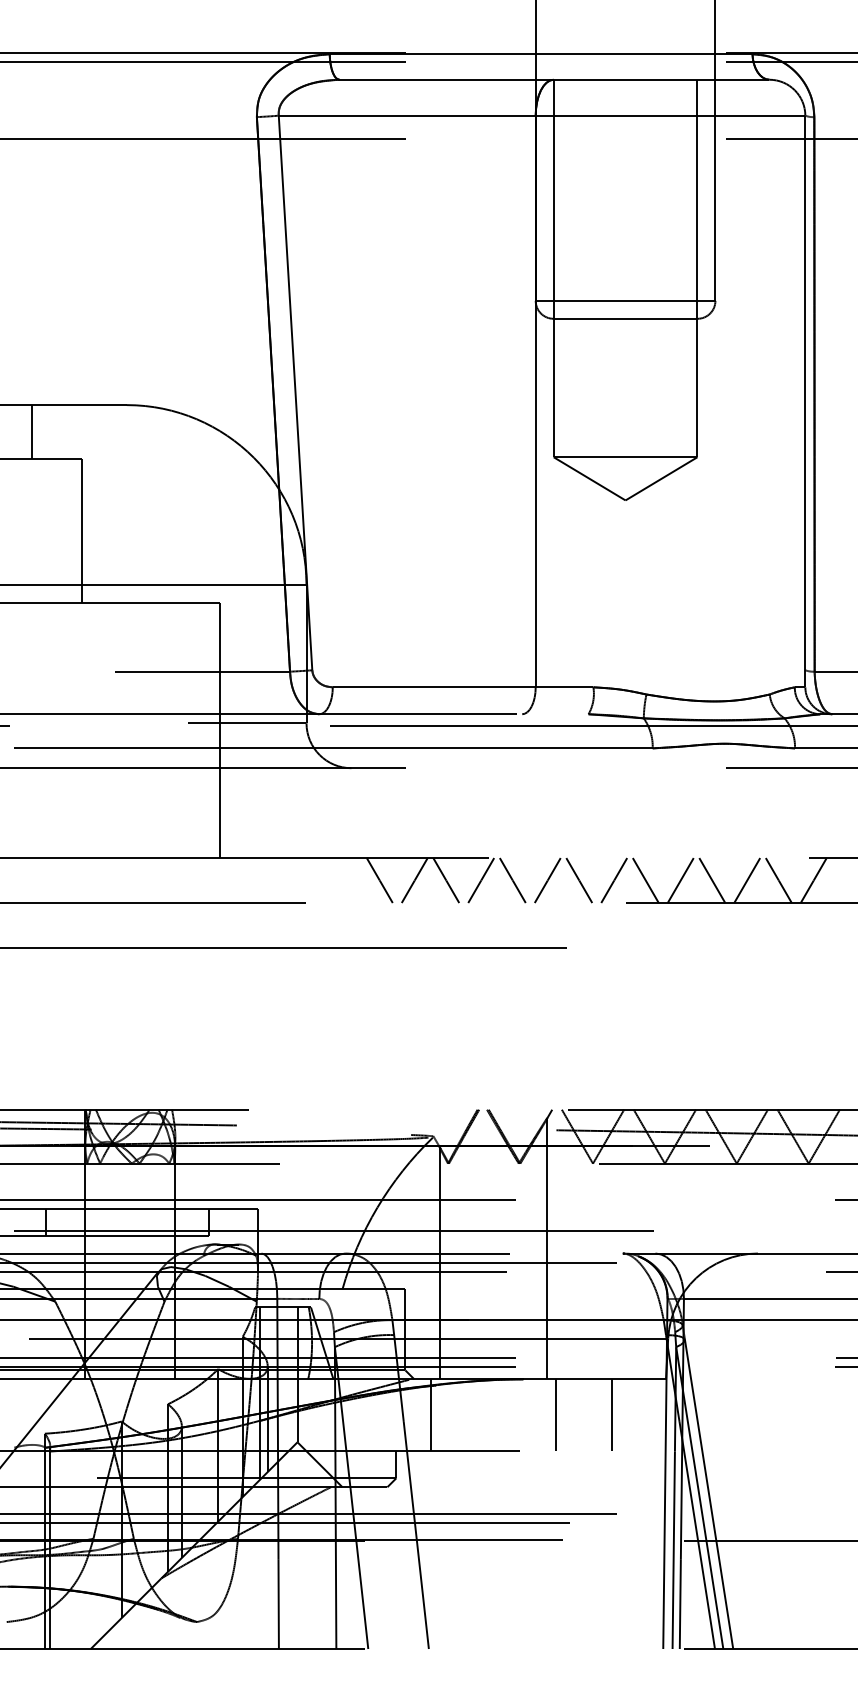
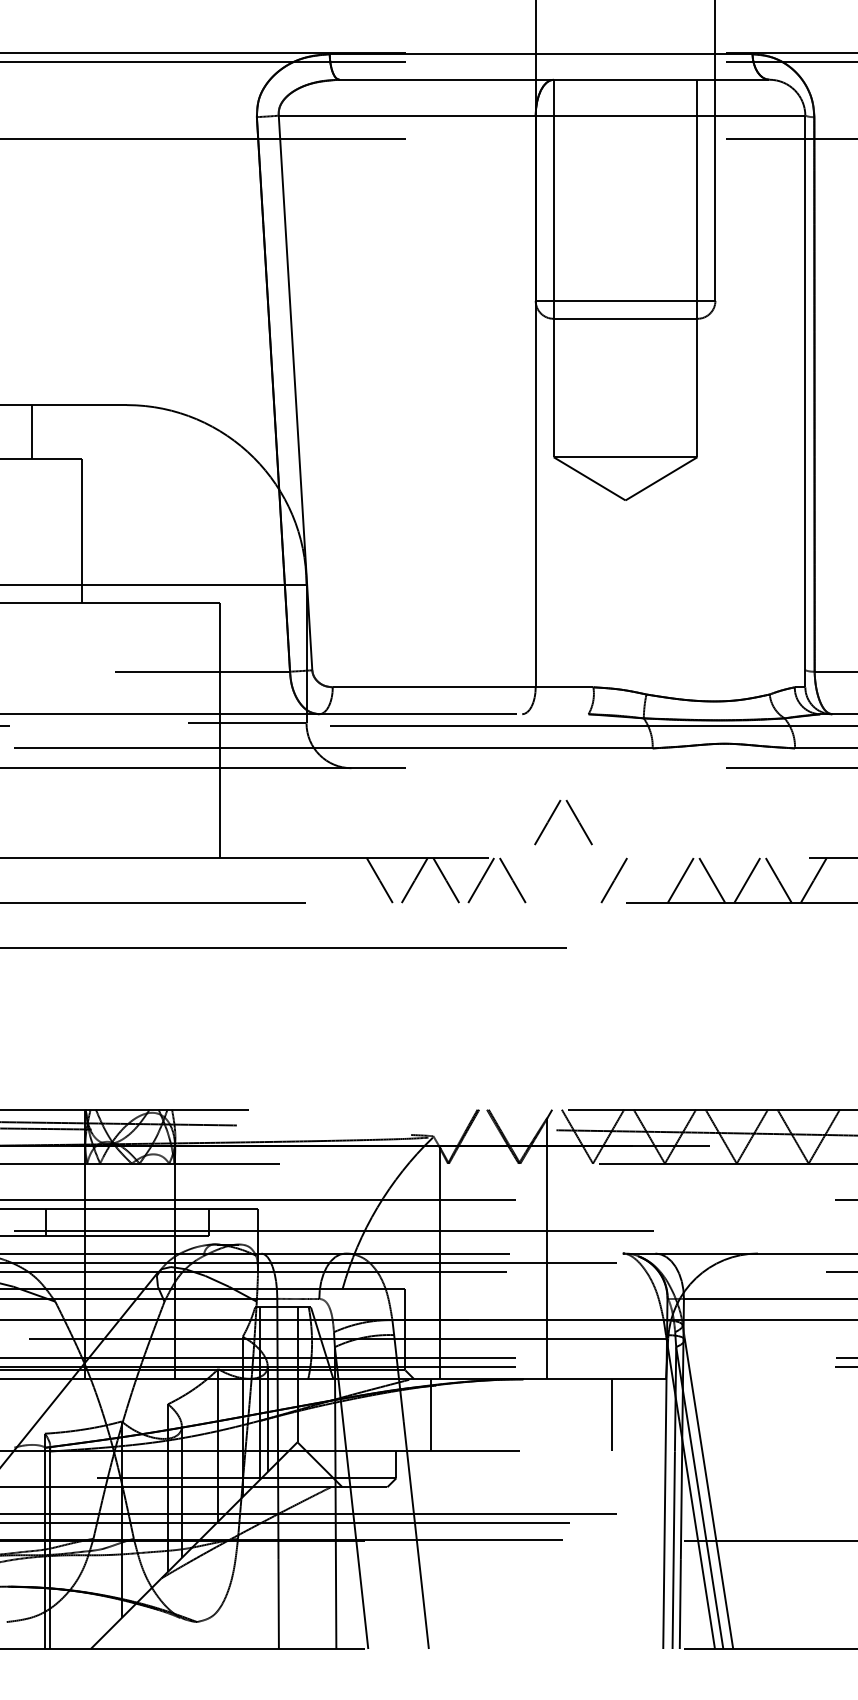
part at (552, 874) position: (552, 874) -> (552, 816)
line at (645, 880): present -> none
line at (556, 1415): present -> none
